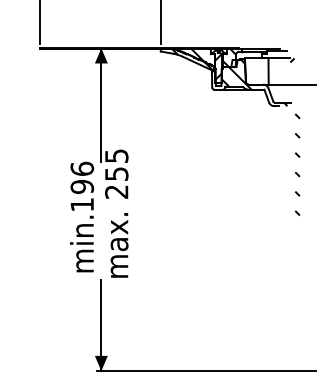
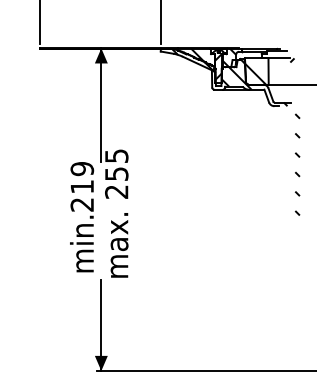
hatch at (255, 73): none -> present
text at (82, 186): 196 -> 219
